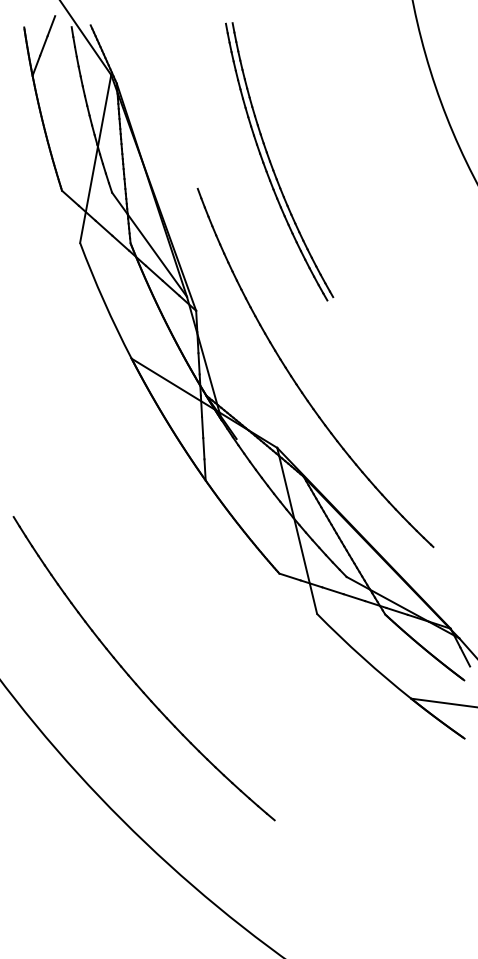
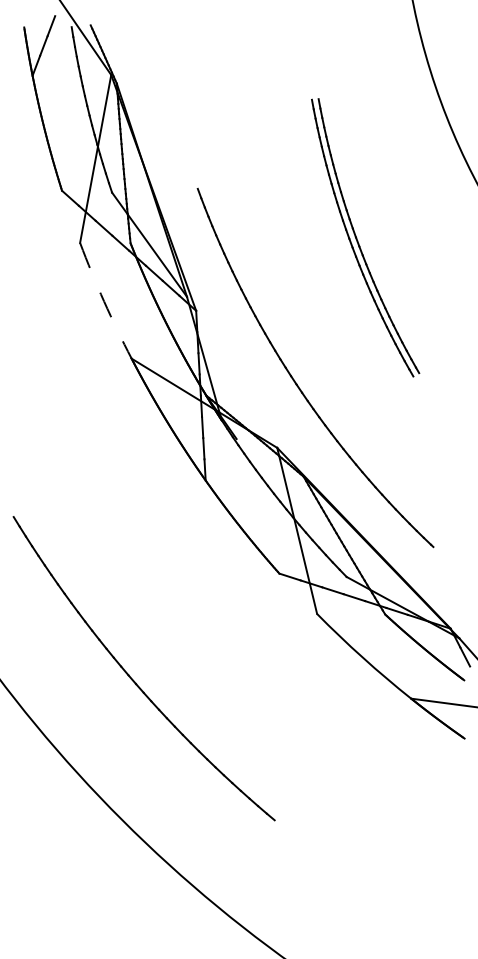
part at (272, 164) position: (272, 164) -> (358, 240)
arc at (104, 301): solid -> dashed
